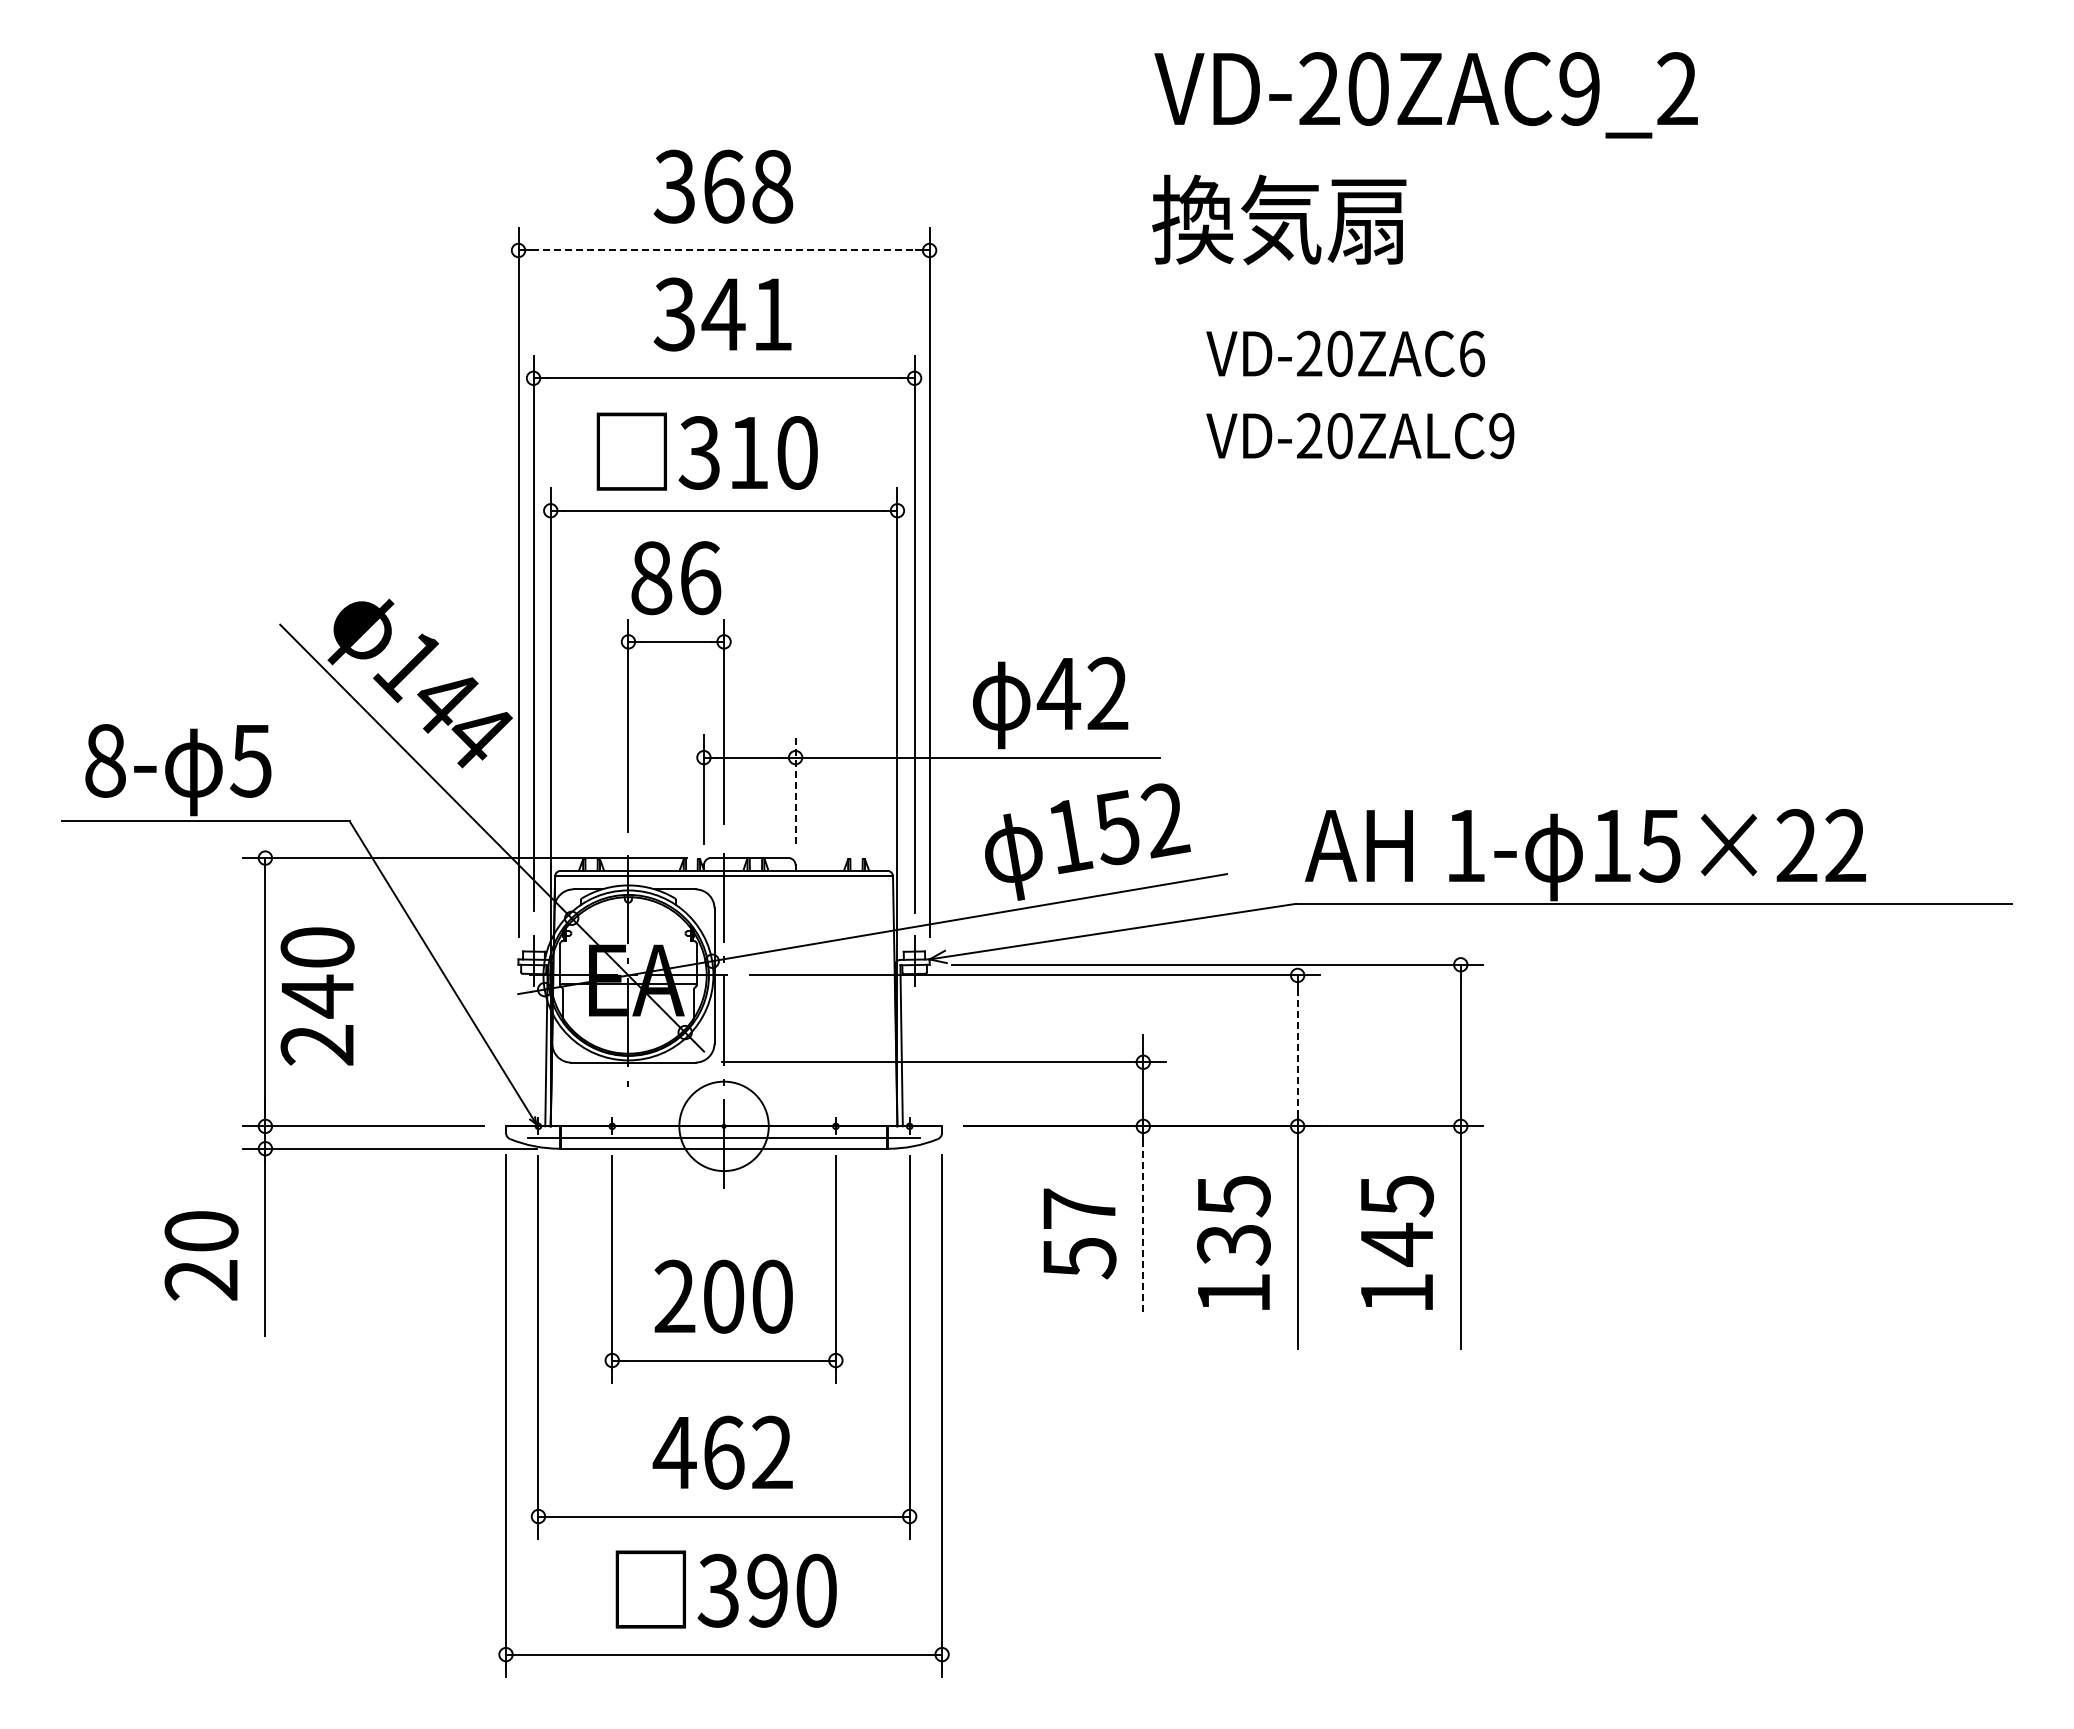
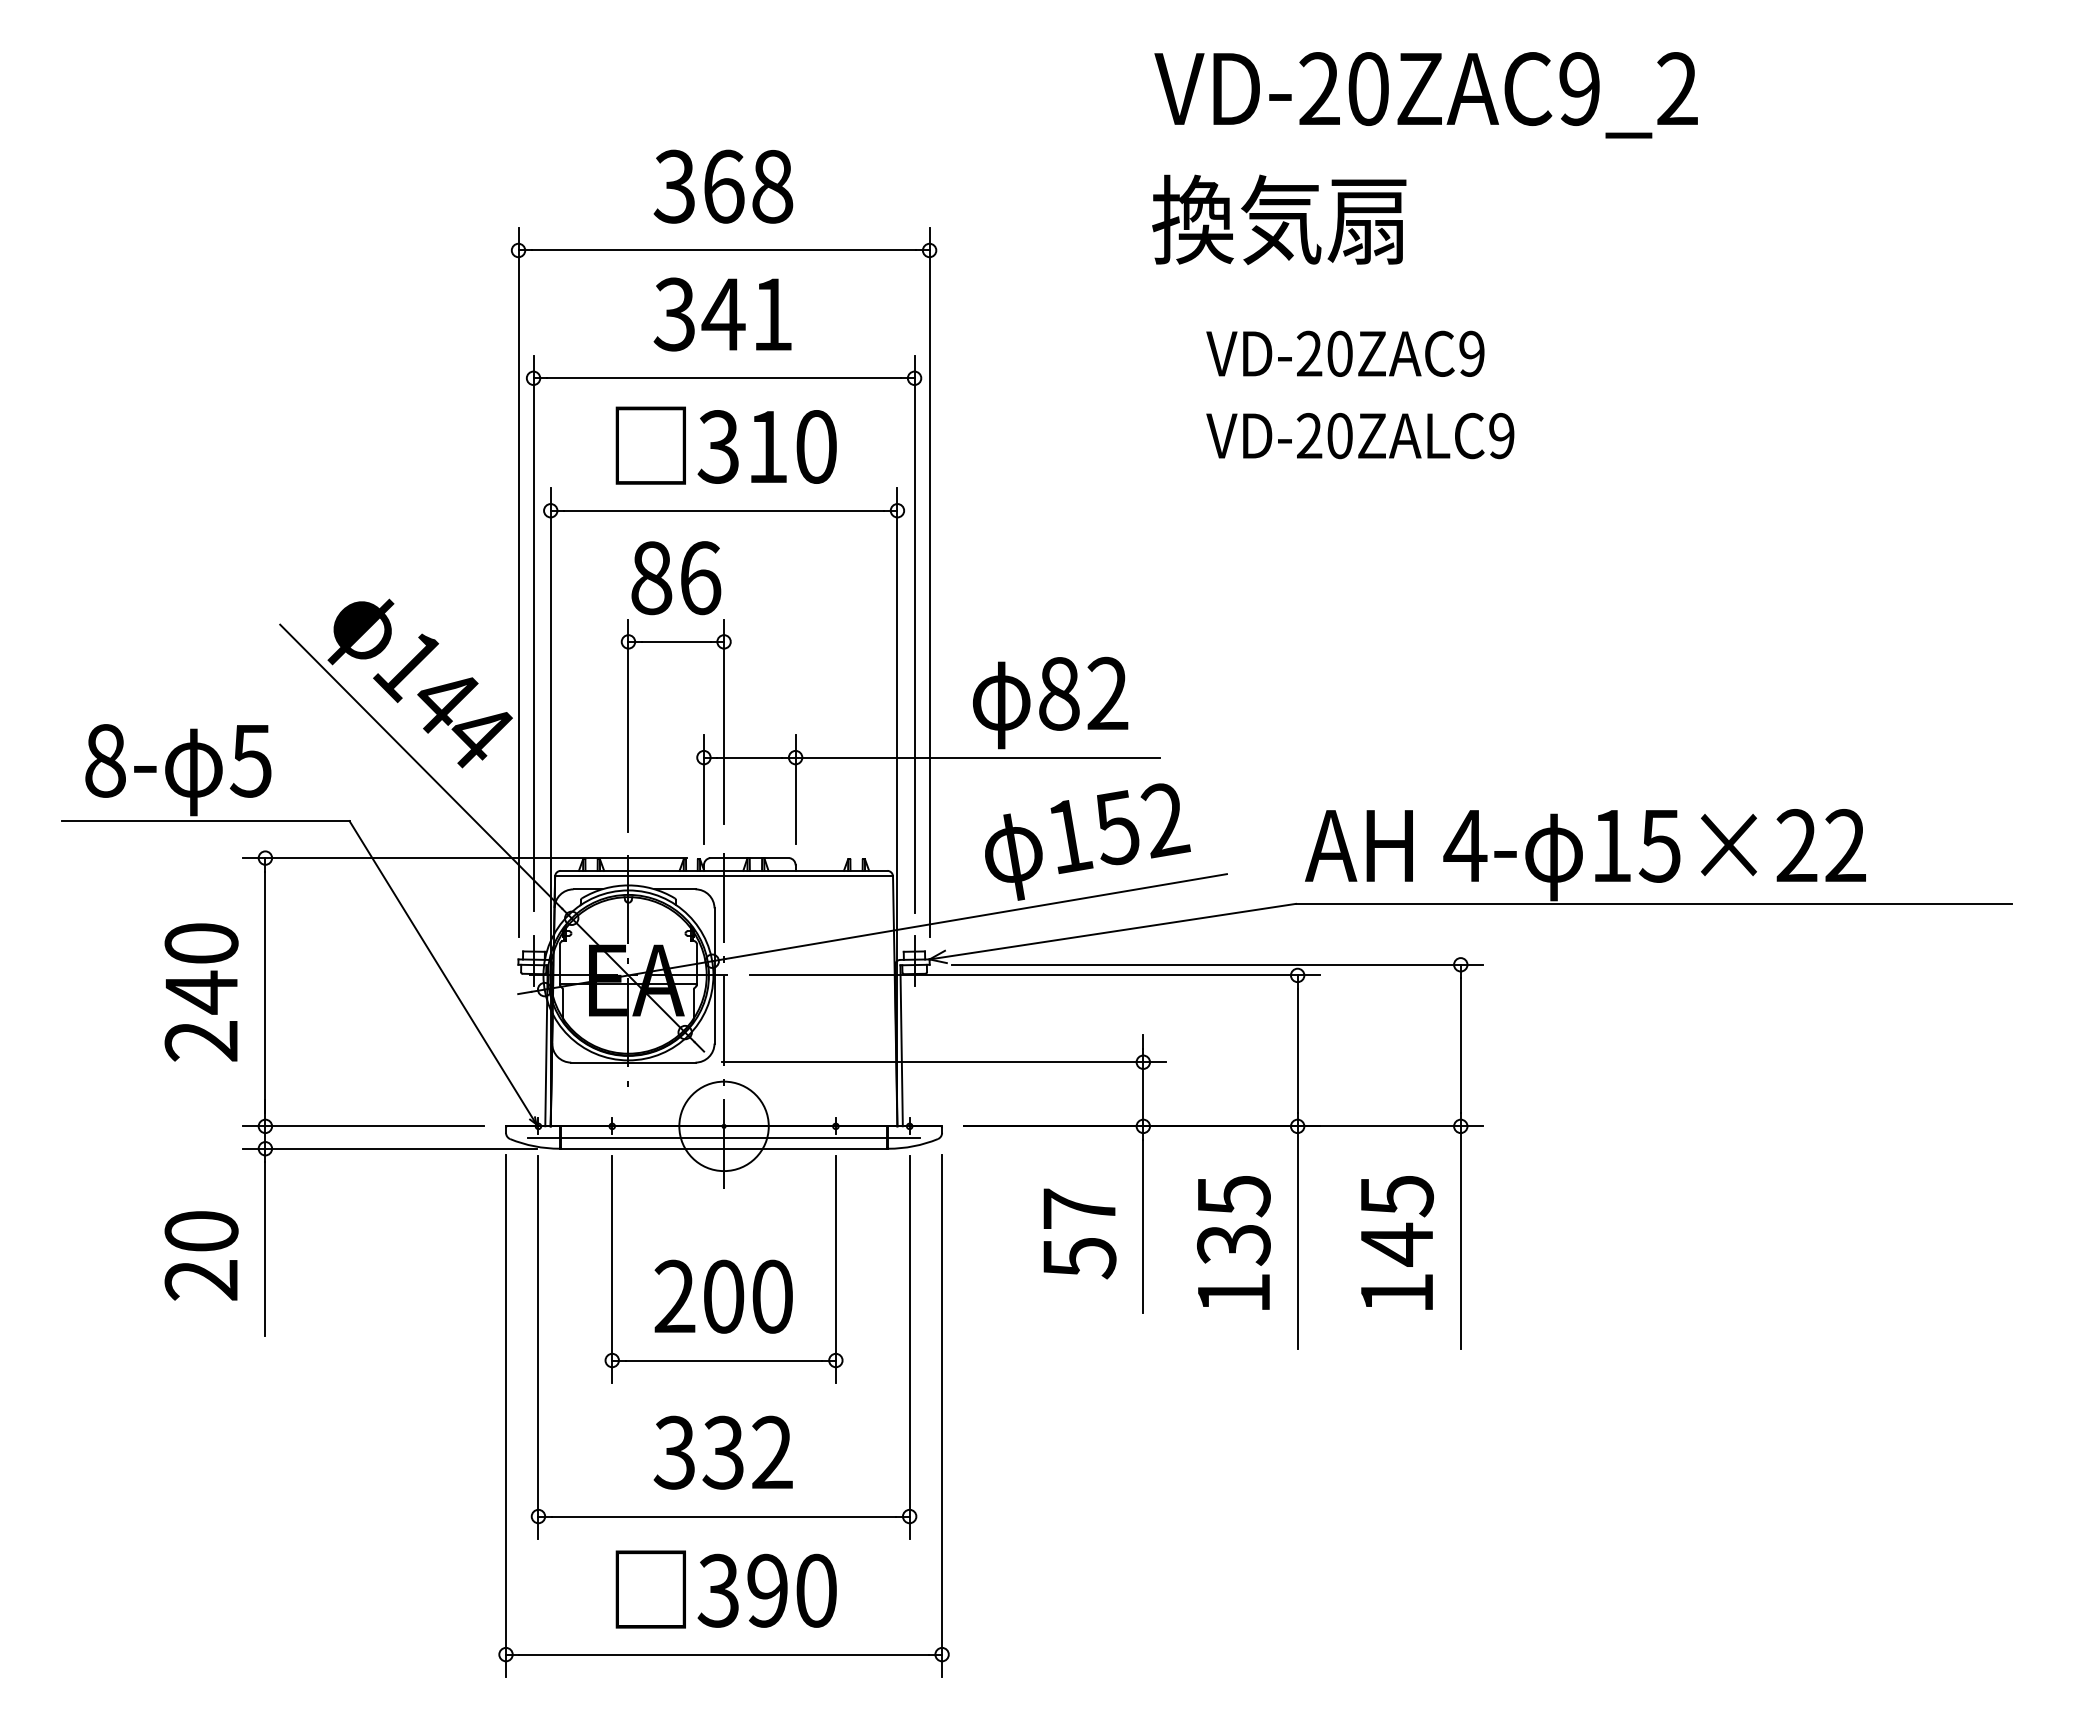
line at (724, 250): dashed -> solid
text at (1472, 353): VD-20ZAC6 -> VD-20ZAC9
text at (706, 451) position: (706, 451) -> (725, 445)
text at (1058, 693): 42 -> 82
line at (795, 789): dashed -> solid
text at (1465, 845): 1- -> 4-
text at (317, 996) position: (317, 996) -> (201, 992)
line at (1297, 1051): dashed -> solid
line at (1143, 1226): dashed -> solid
text at (698, 1452): 462 -> 332
